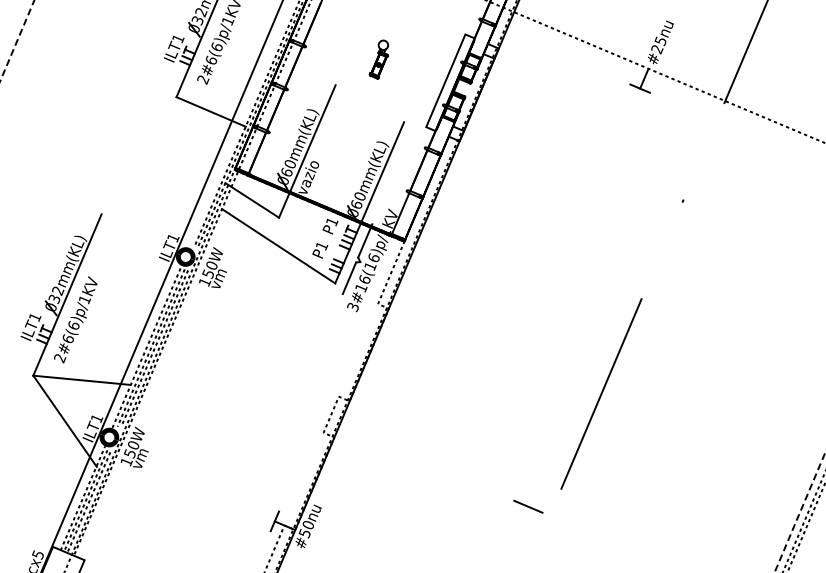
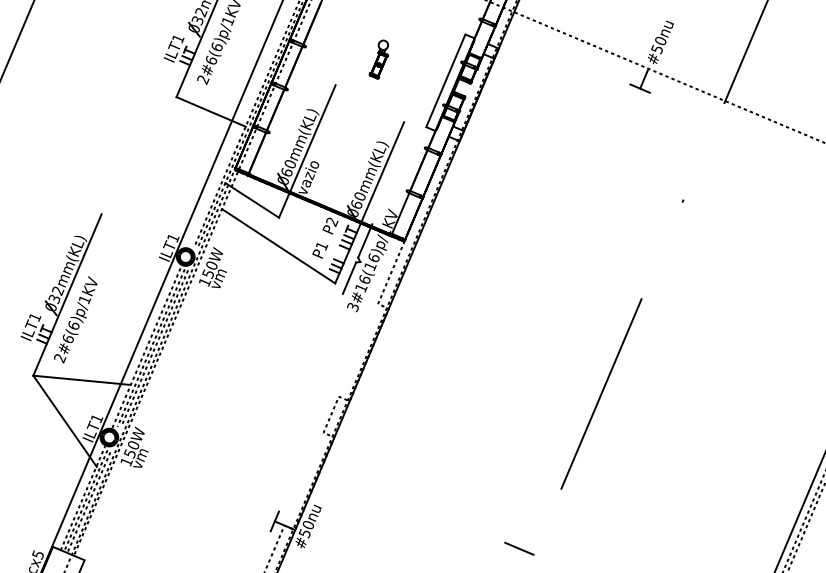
line at (17, 41): dashed -> solid
text at (658, 45): #25nu -> #50nu
text at (331, 221): P1 -> P2
line at (528, 506) position: (528, 506) -> (519, 548)
line at (800, 511): dashed -> solid
